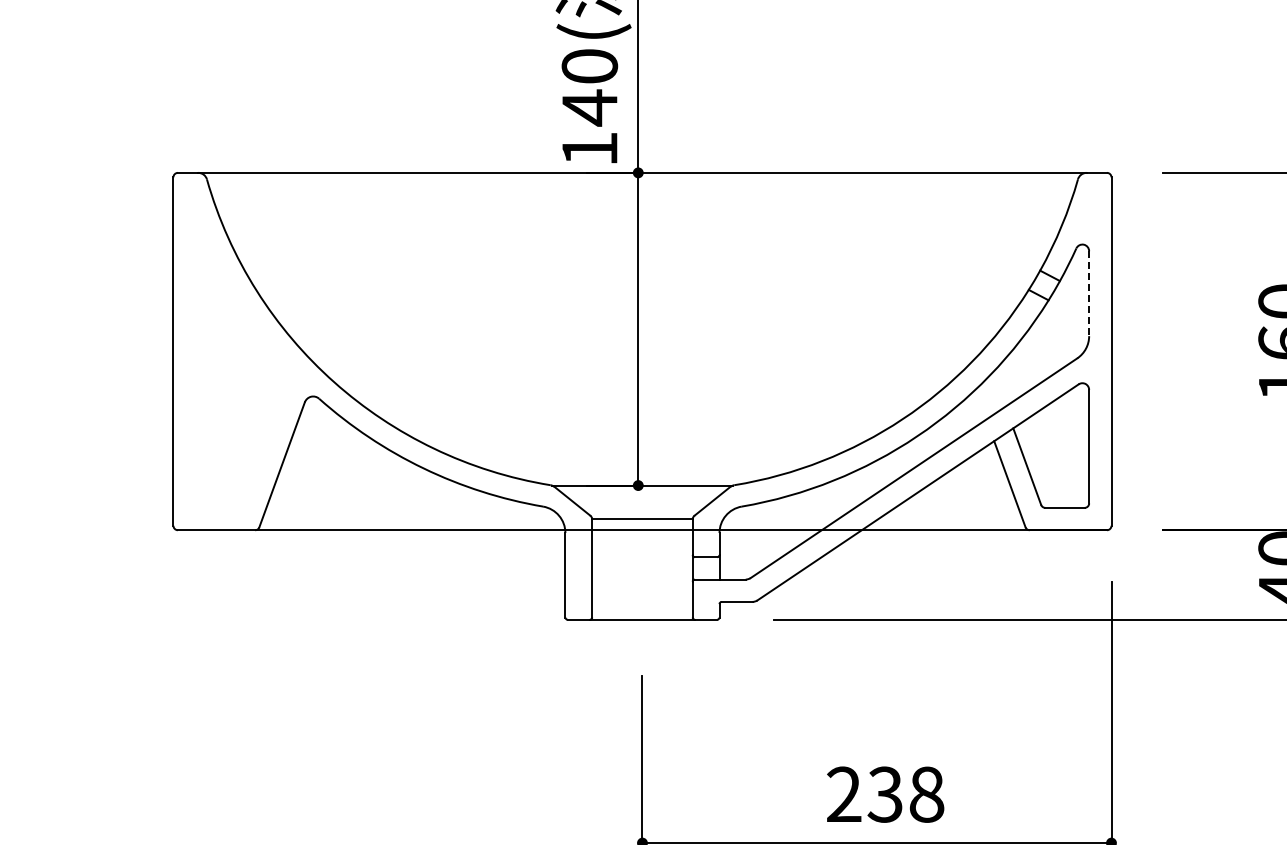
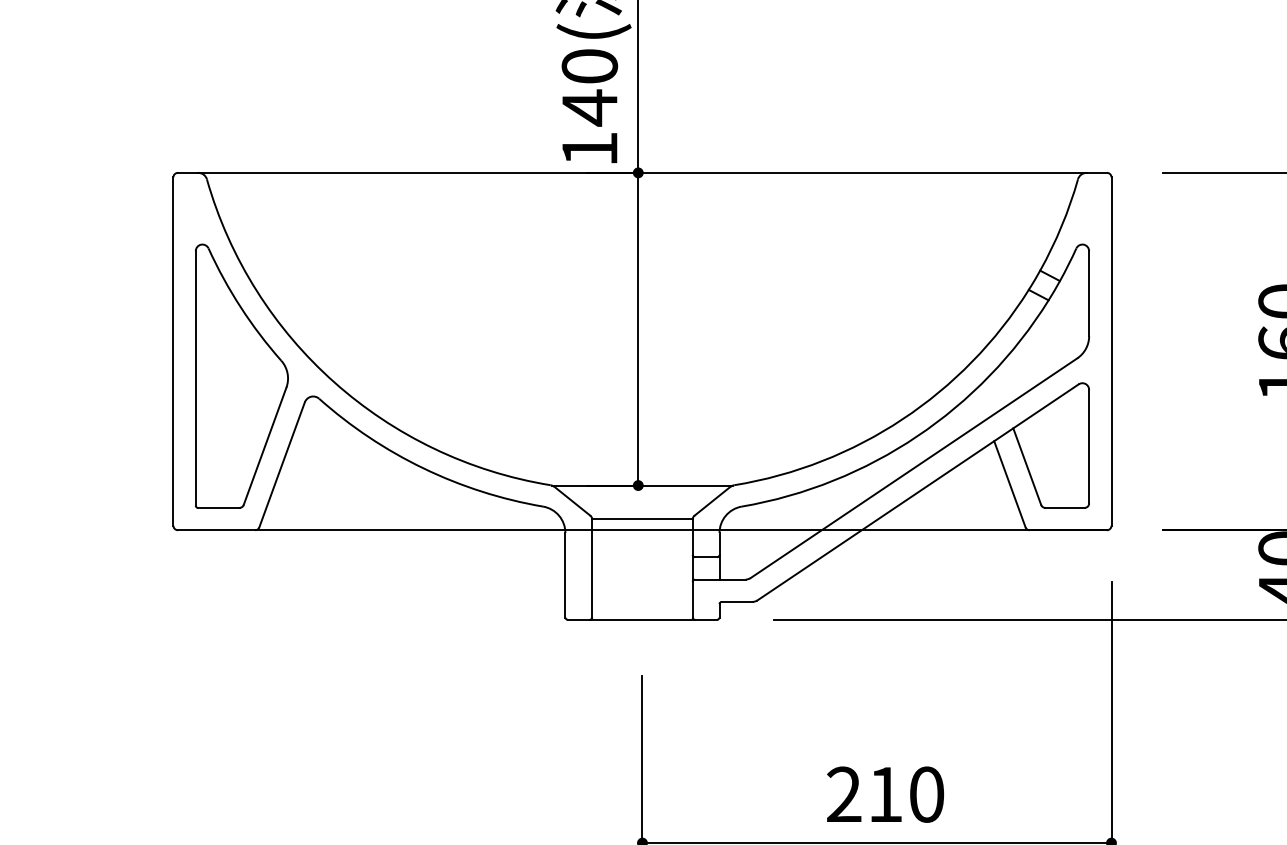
line at (1089, 294): dashed -> solid
part at (241, 375): none -> present
text at (905, 794): 238 -> 210
